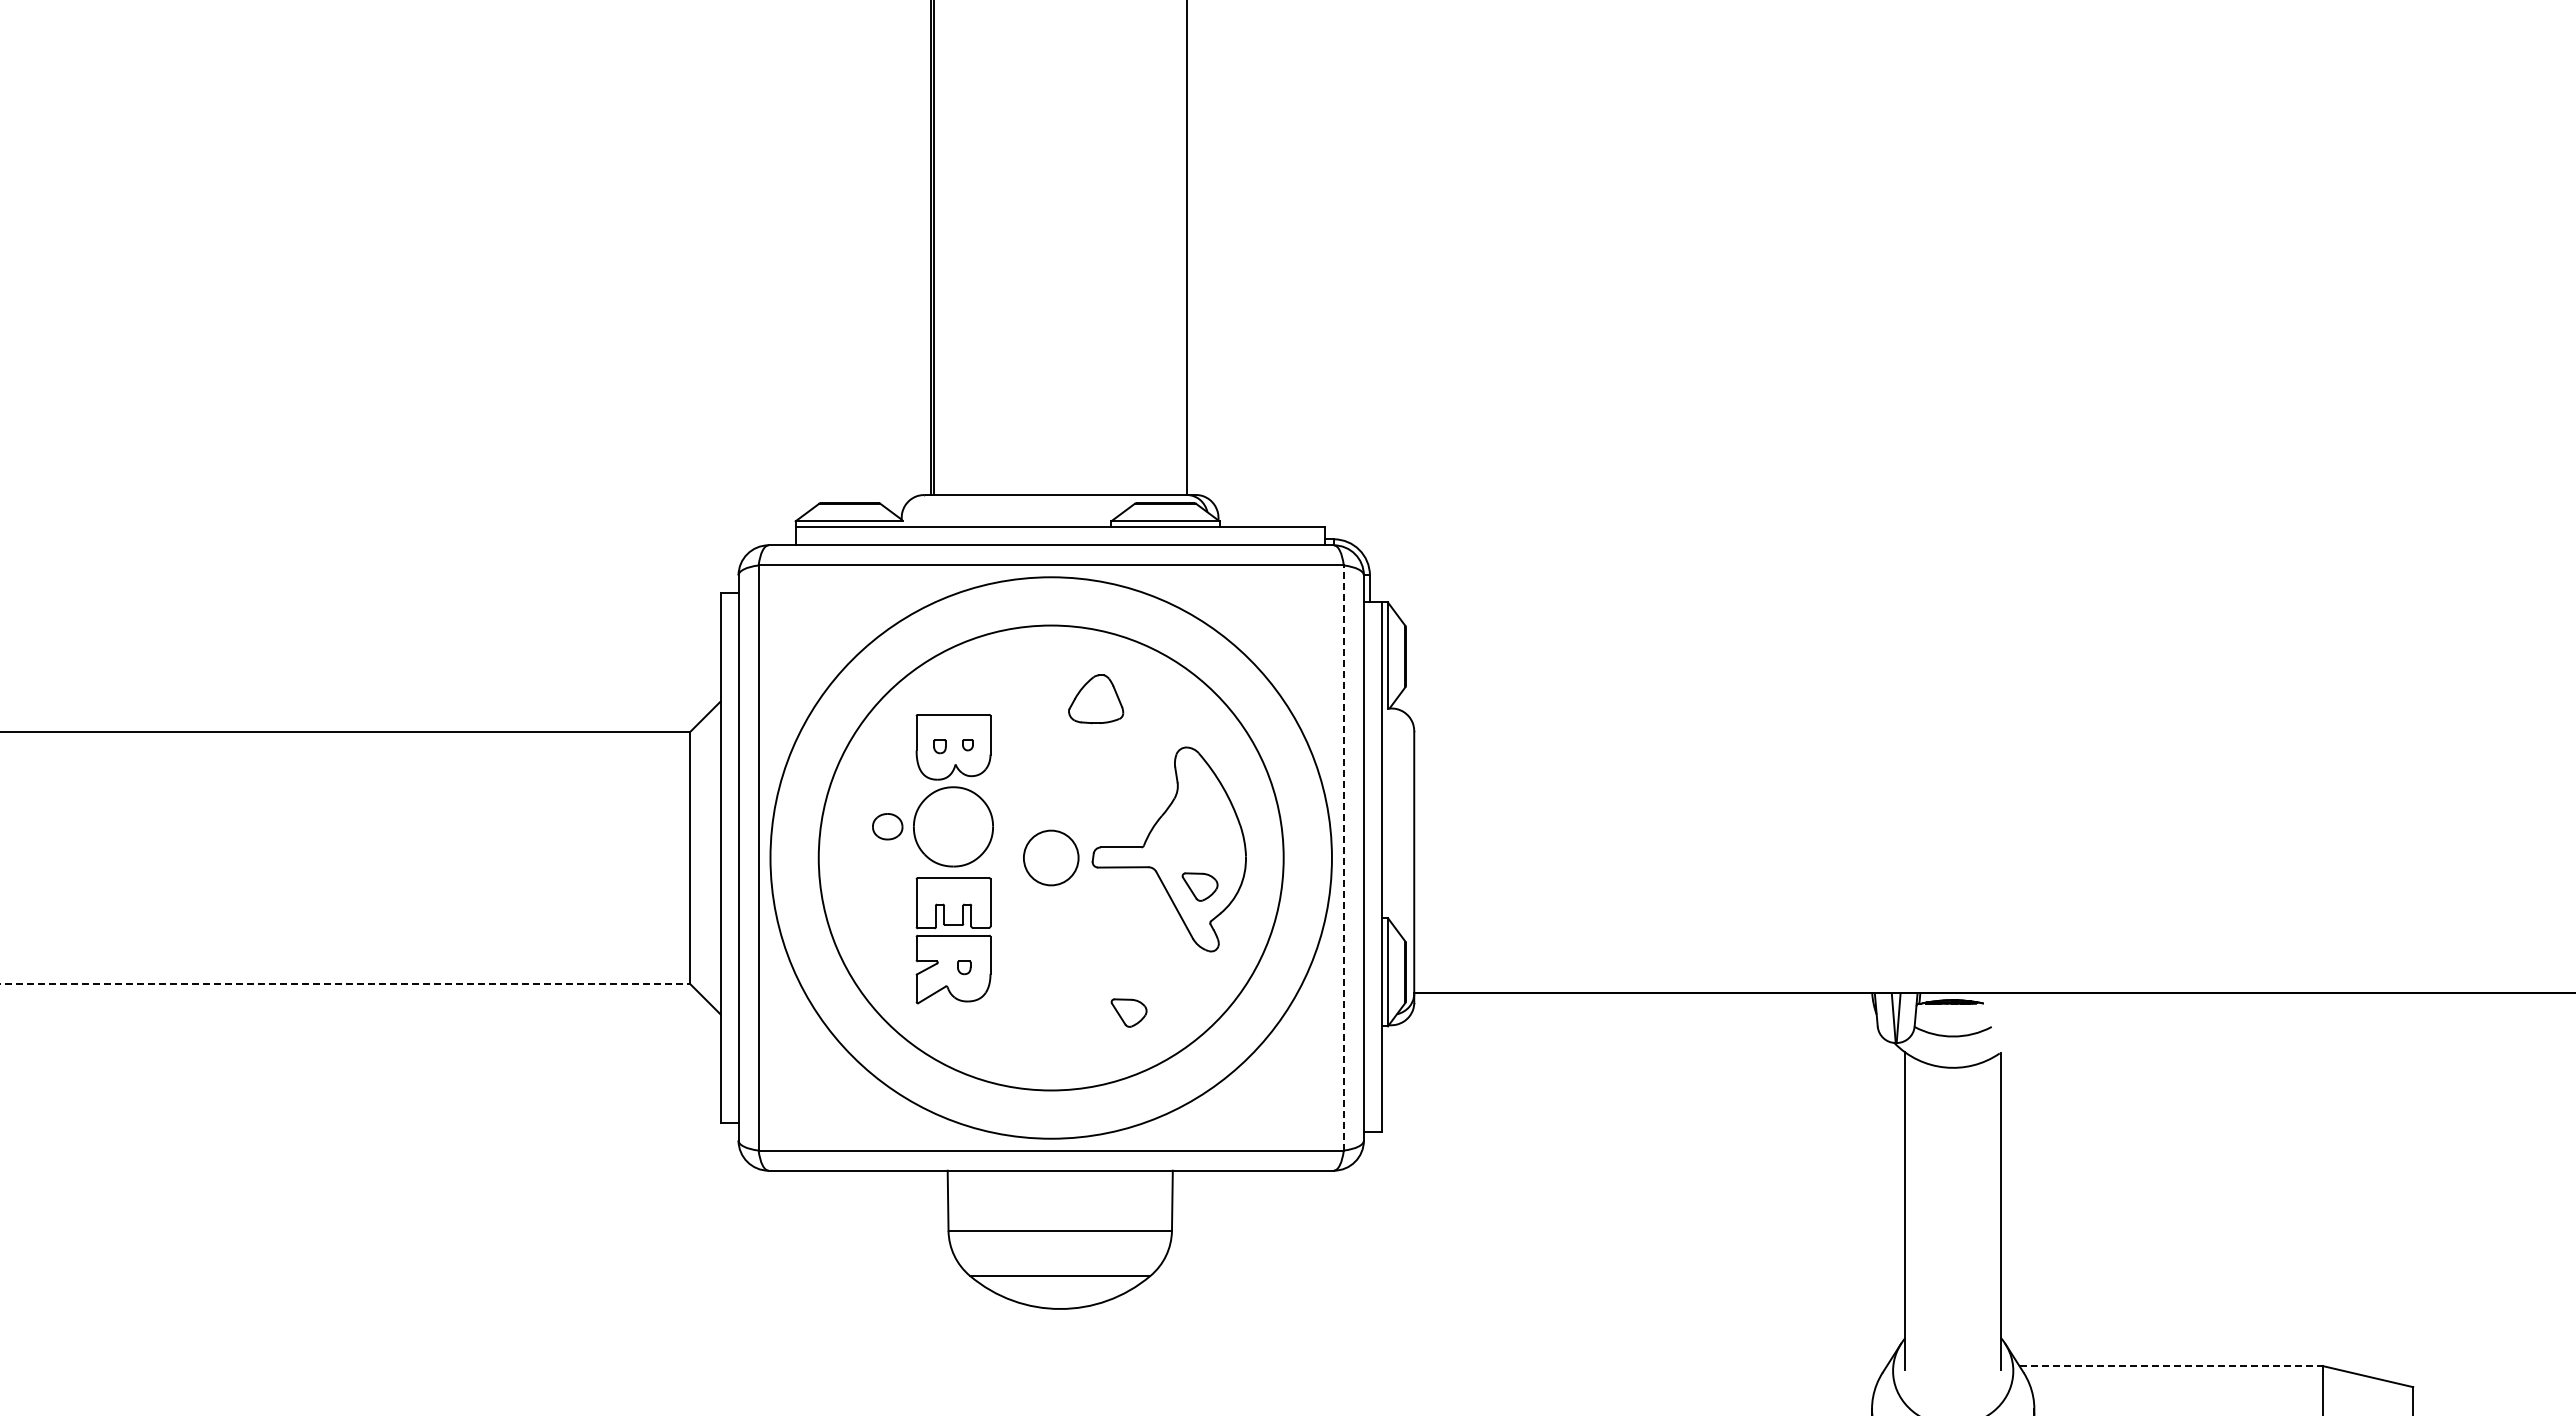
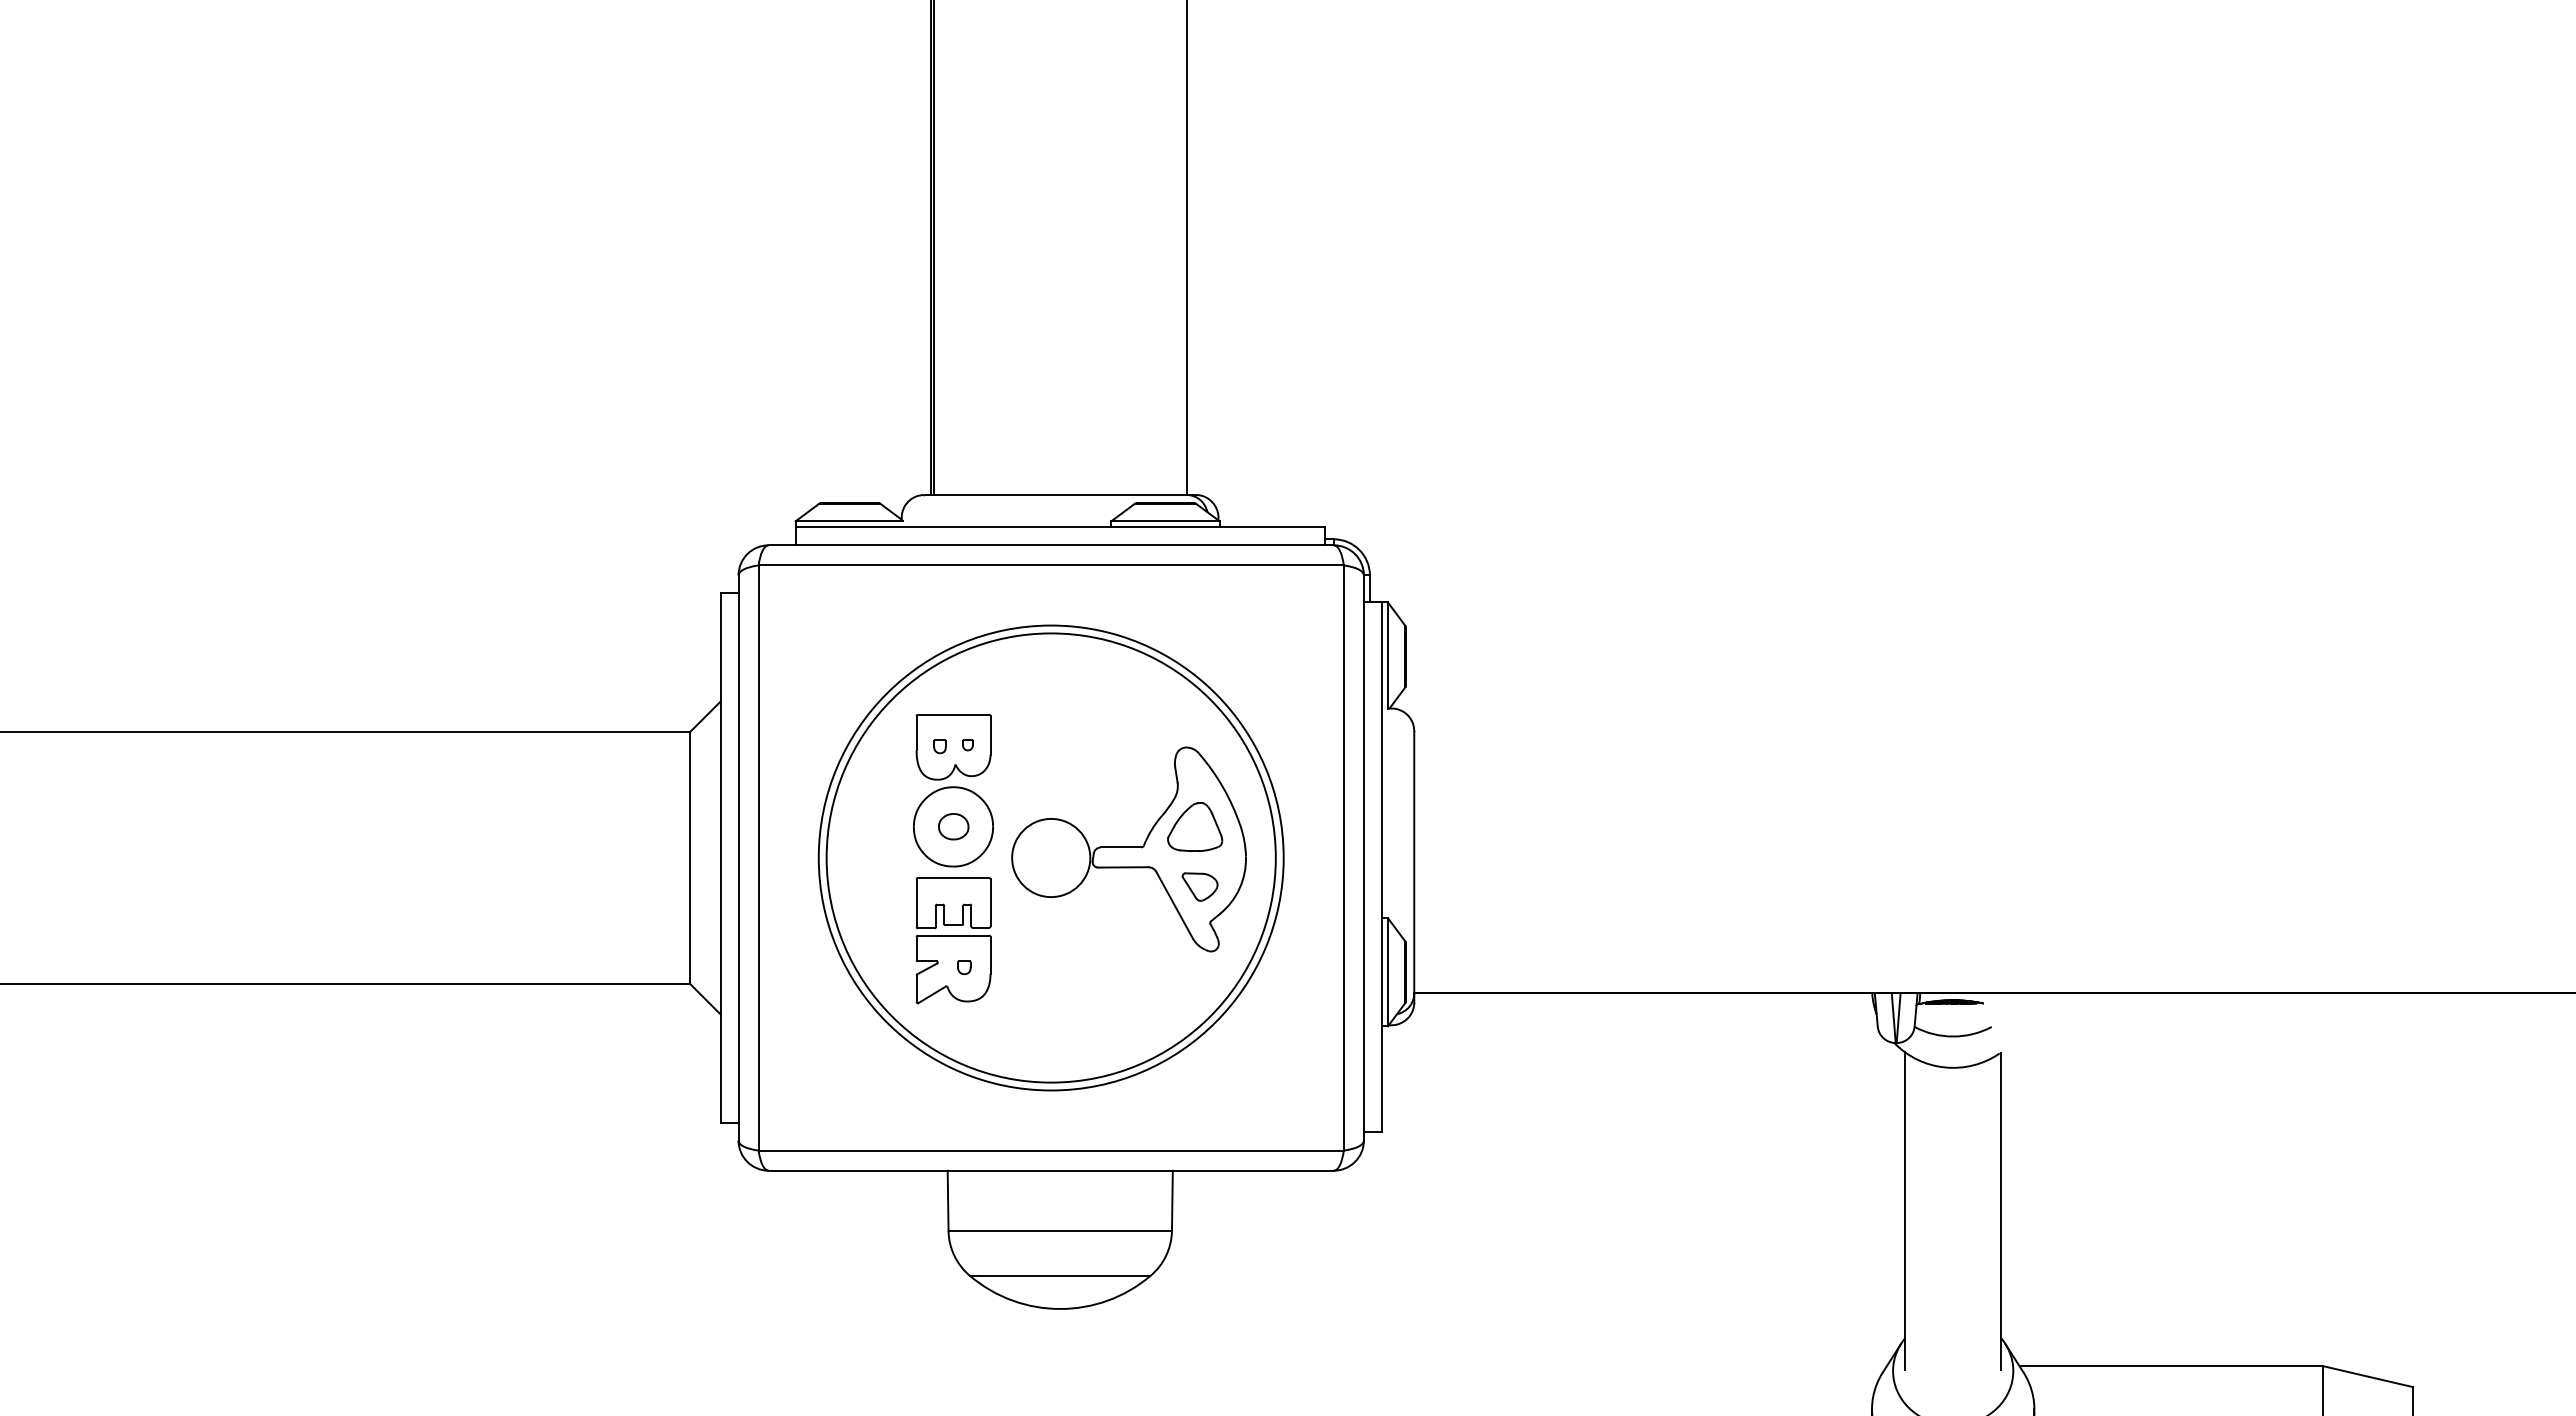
part at (1096, 699) position: (1096, 699) -> (1195, 827)
part at (887, 826) position: (887, 826) -> (953, 826)
circle at (1050, 857) diameter: 55 px -> 78 px
circle at (1050, 857) diameter: 561 px -> 449 px
line at (1343, 858): dashed -> solid
line at (345, 984): dashed -> solid
part at (1128, 1012): present -> none
line at (2171, 1366): dashed -> solid
